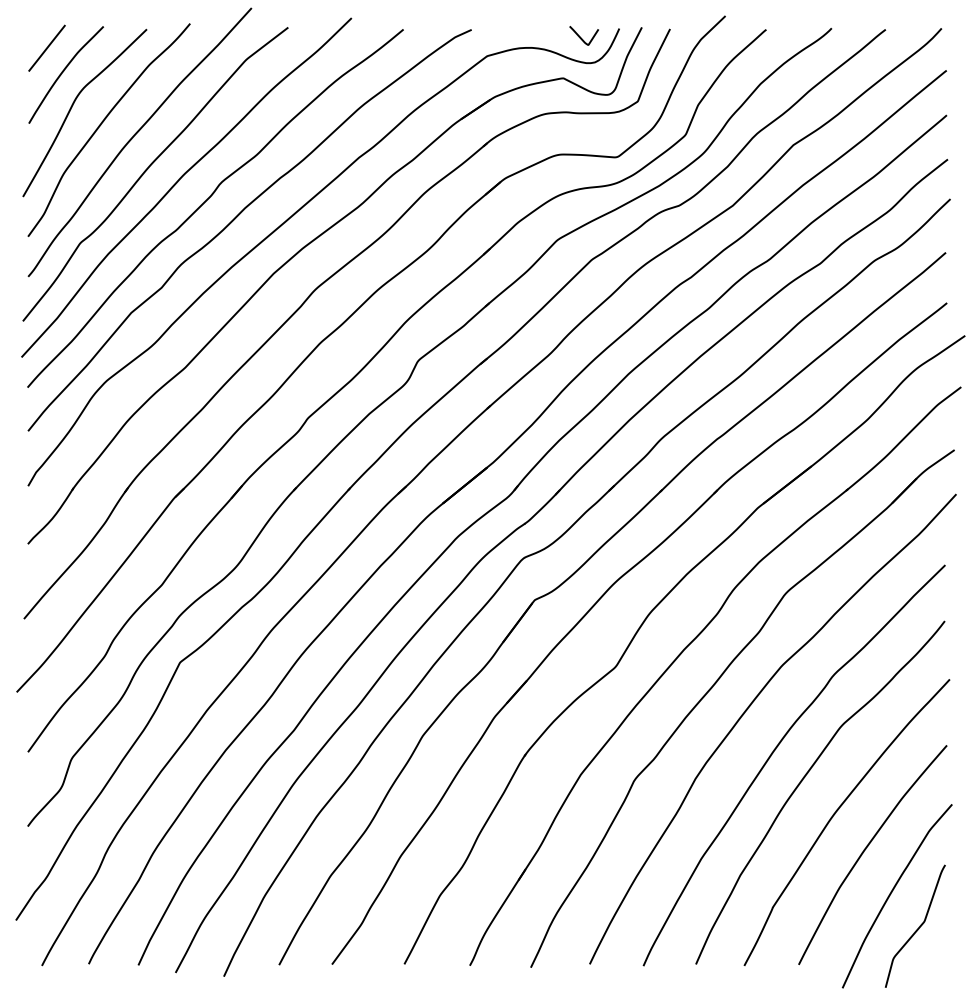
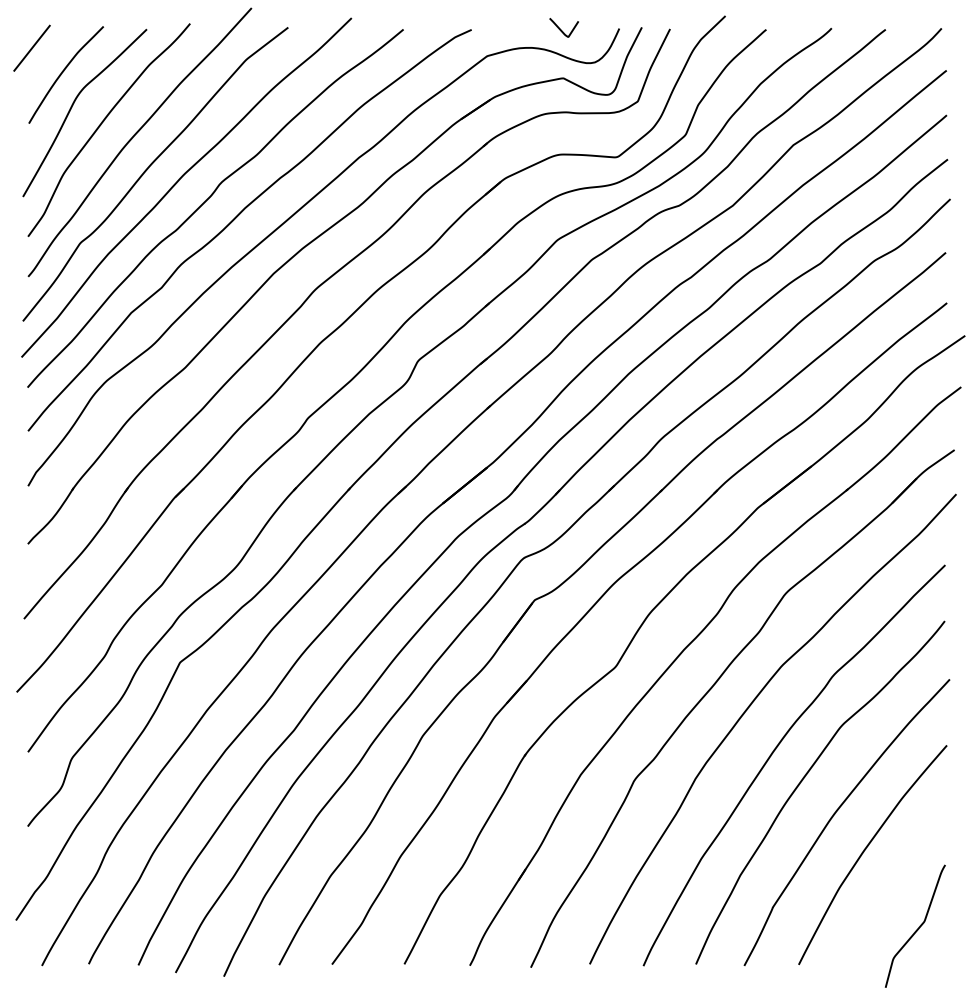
curve at (581, 37) position: (581, 37) -> (561, 29)
line at (46, 47) position: (46, 47) -> (31, 47)
curve at (891, 894): present -> none
